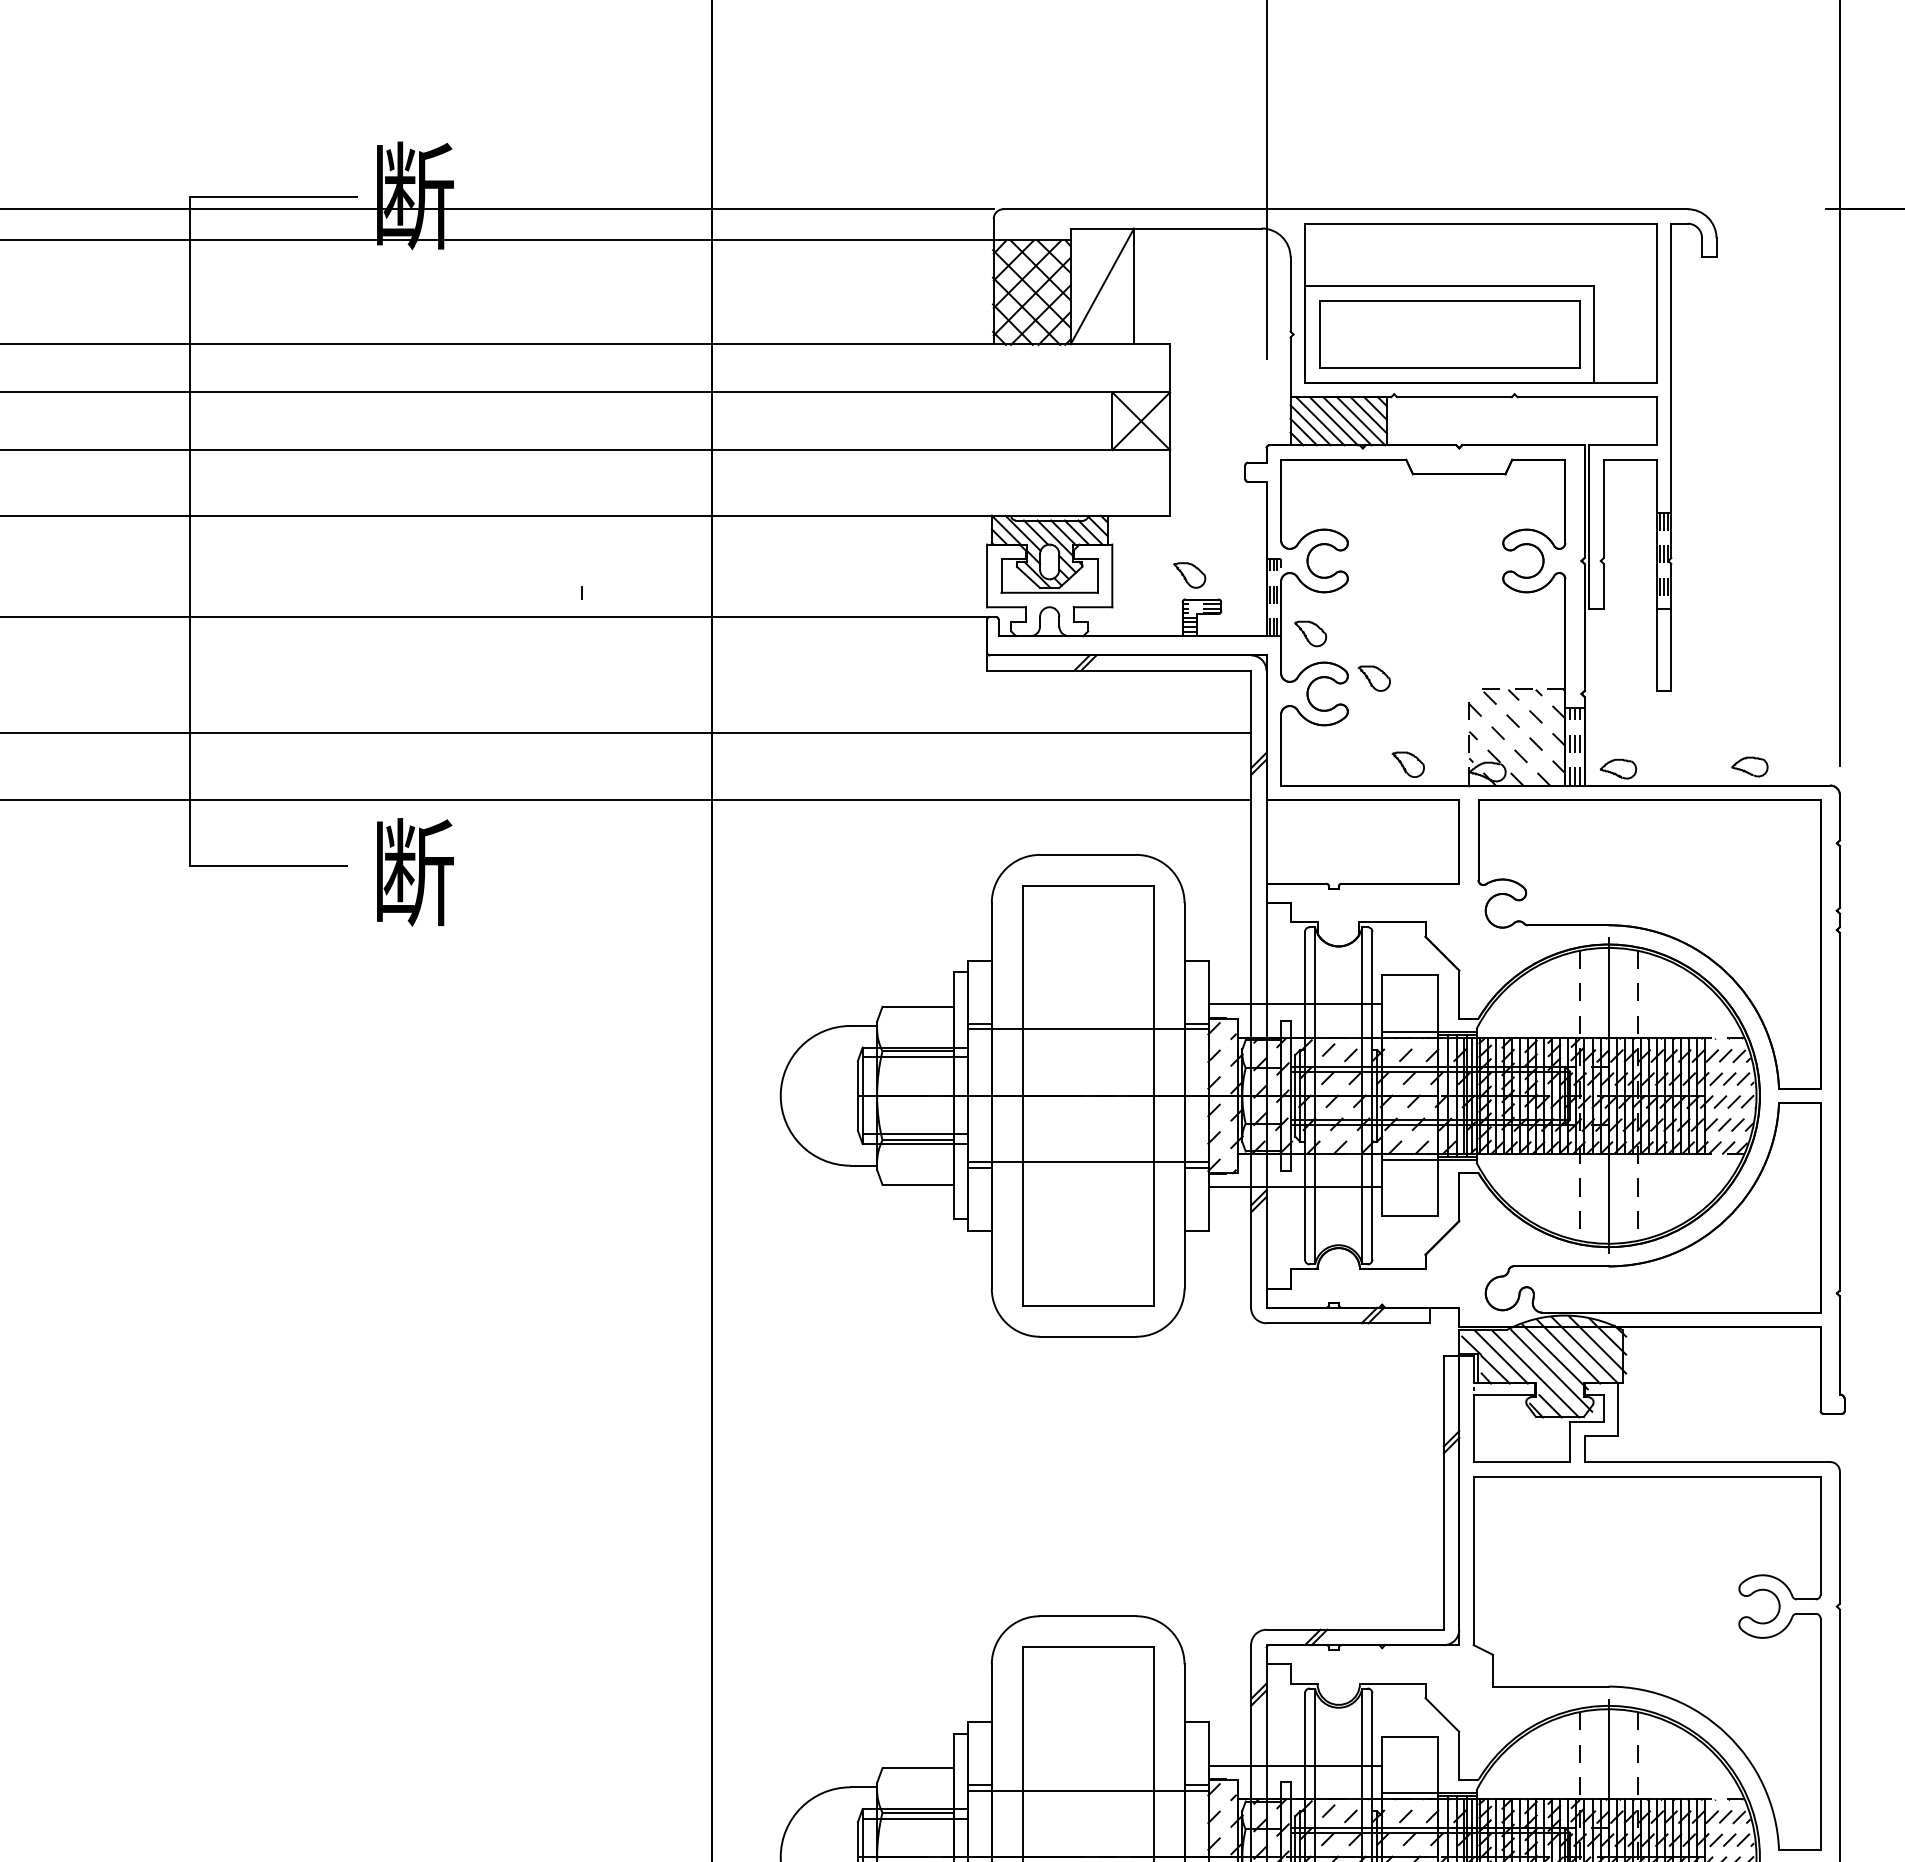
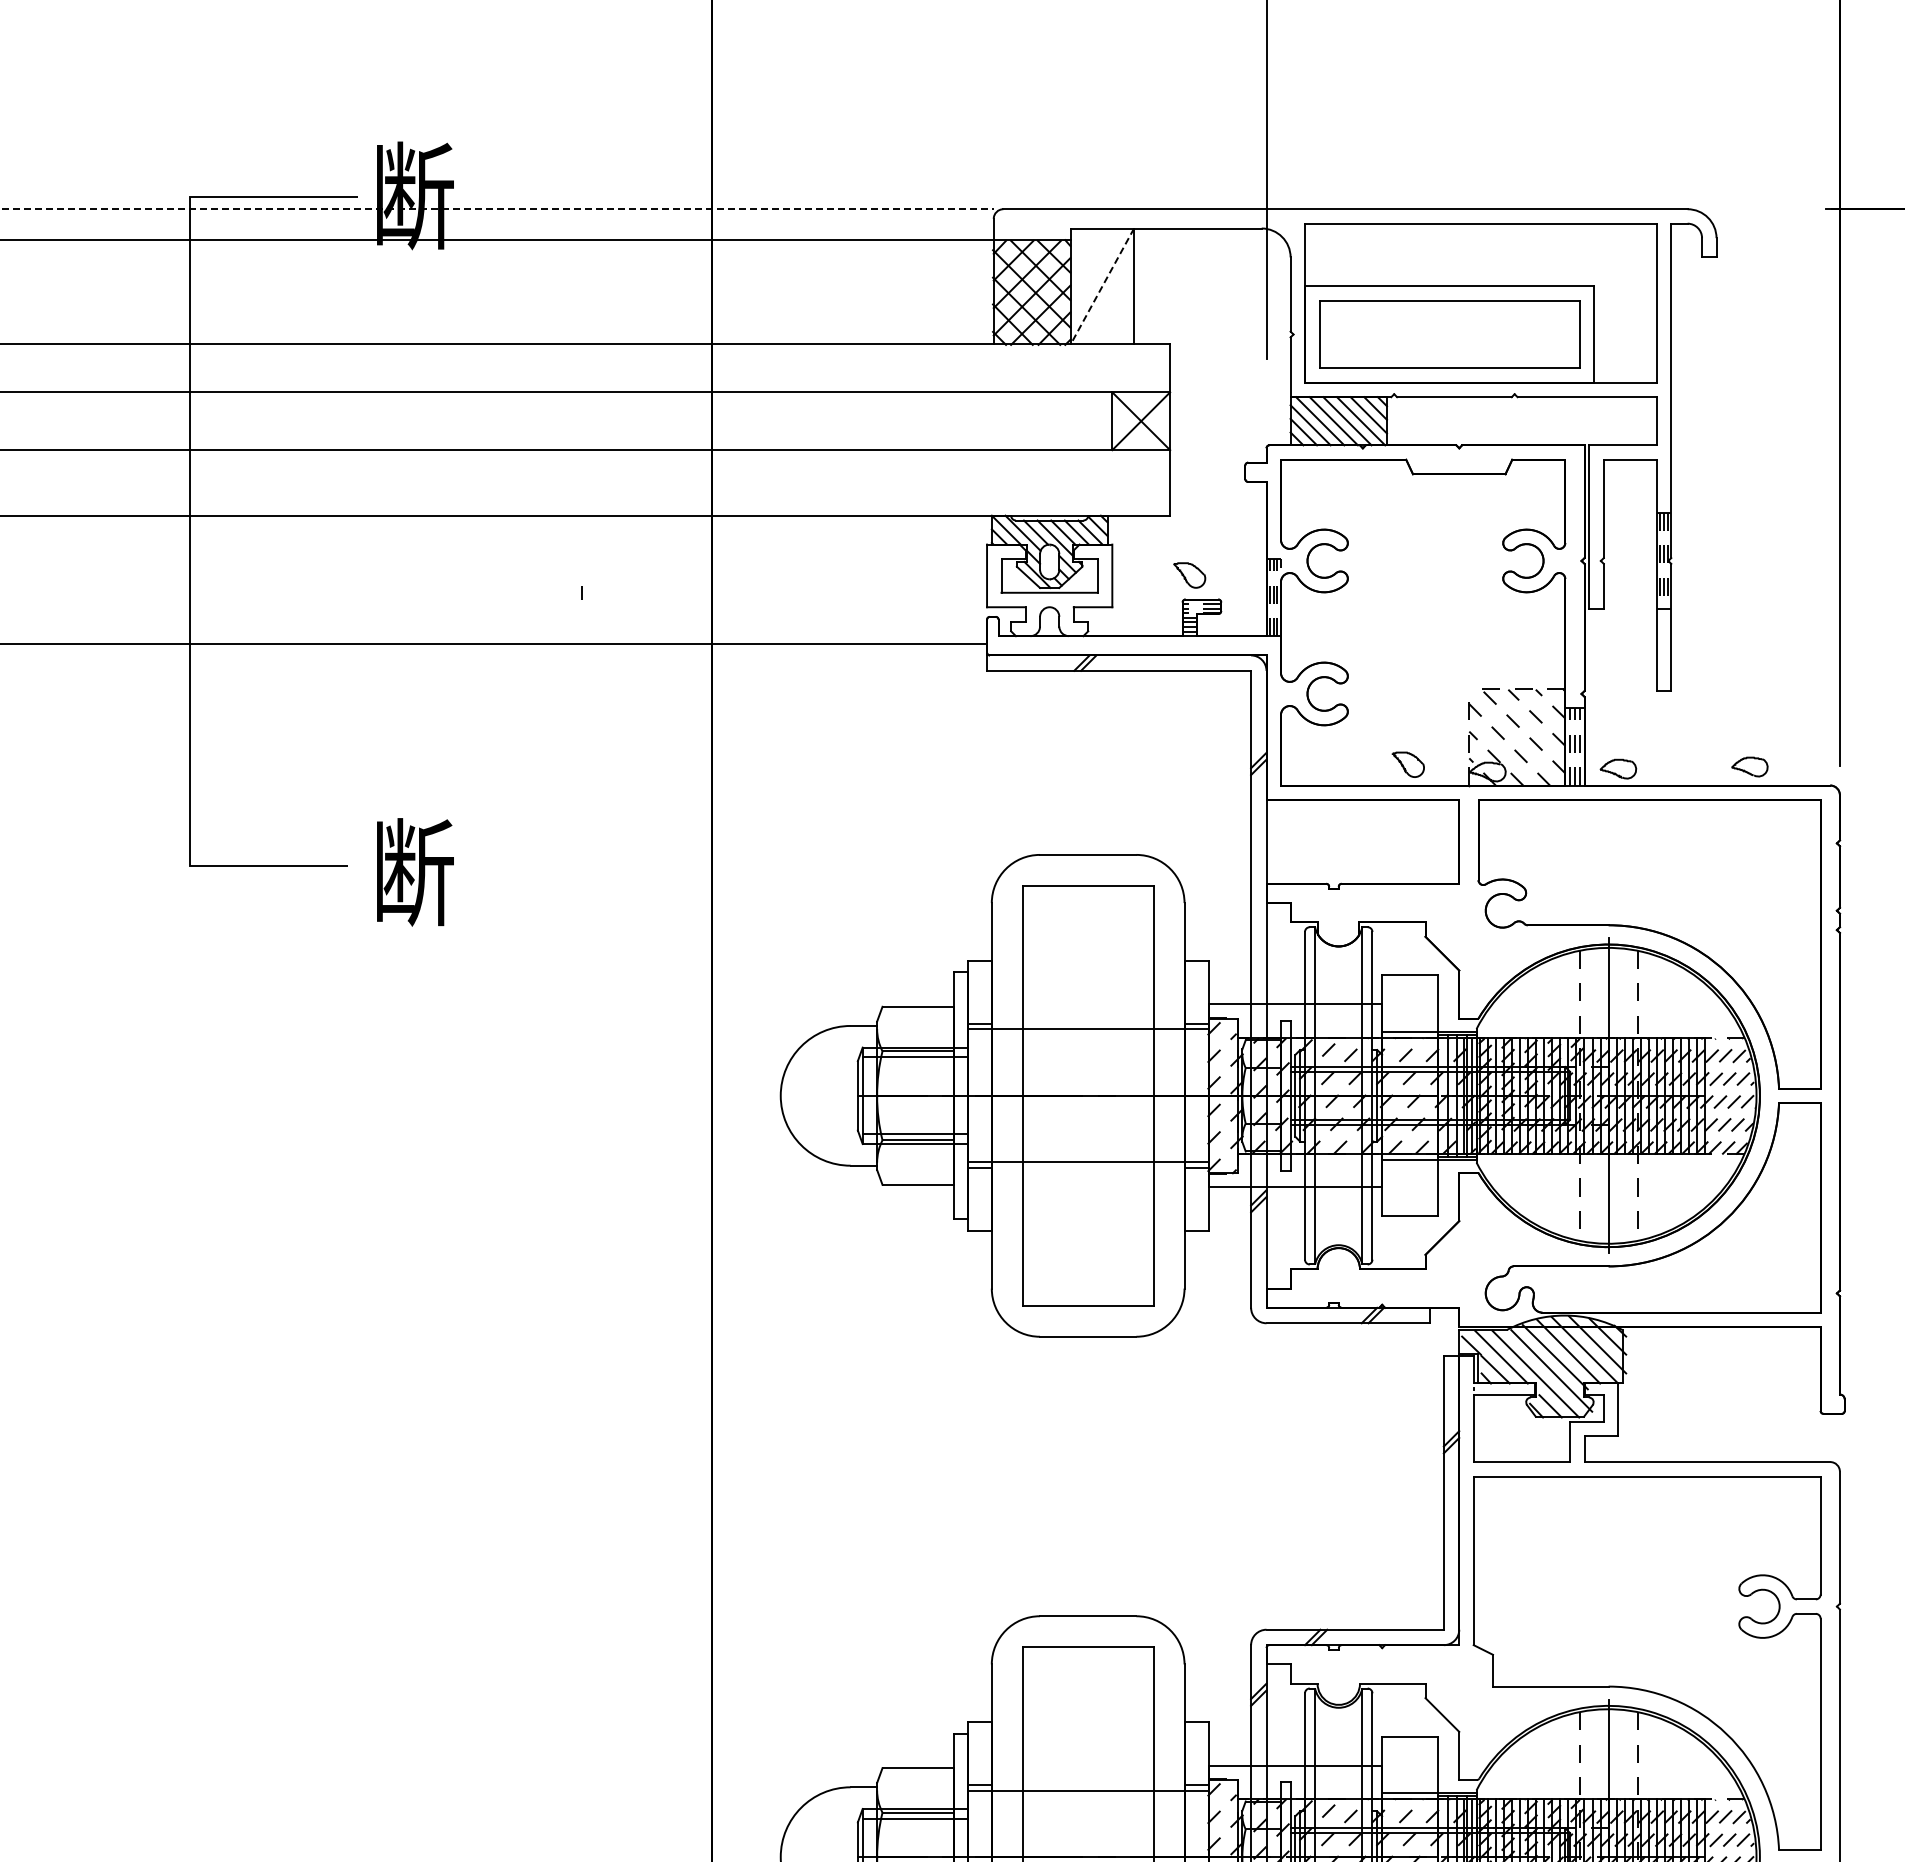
line at (497, 209): solid -> dashed
line at (1102, 286): solid -> dashed
line at (494, 616) position: (494, 616) -> (494, 643)
part at (1310, 633): present -> none
part at (1373, 678): present -> none
line at (626, 732): present -> none
line at (626, 799): present -> none
